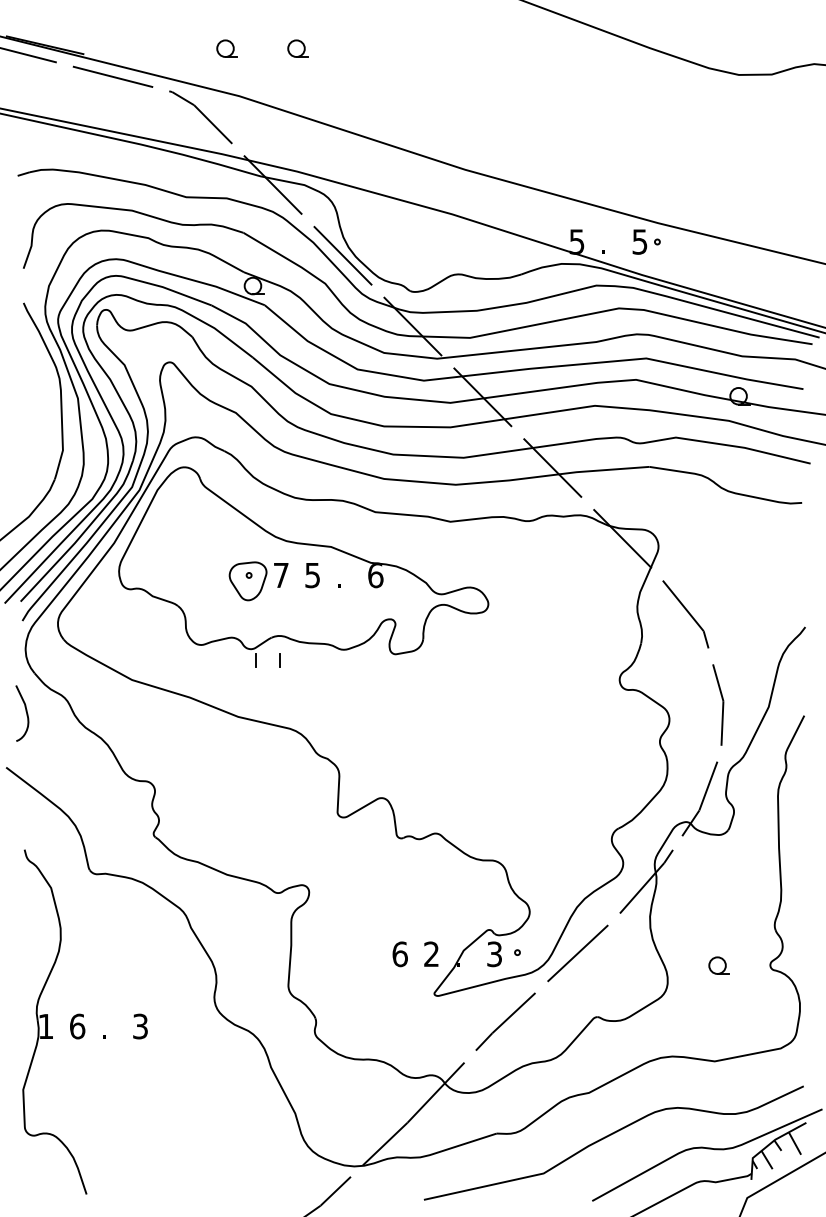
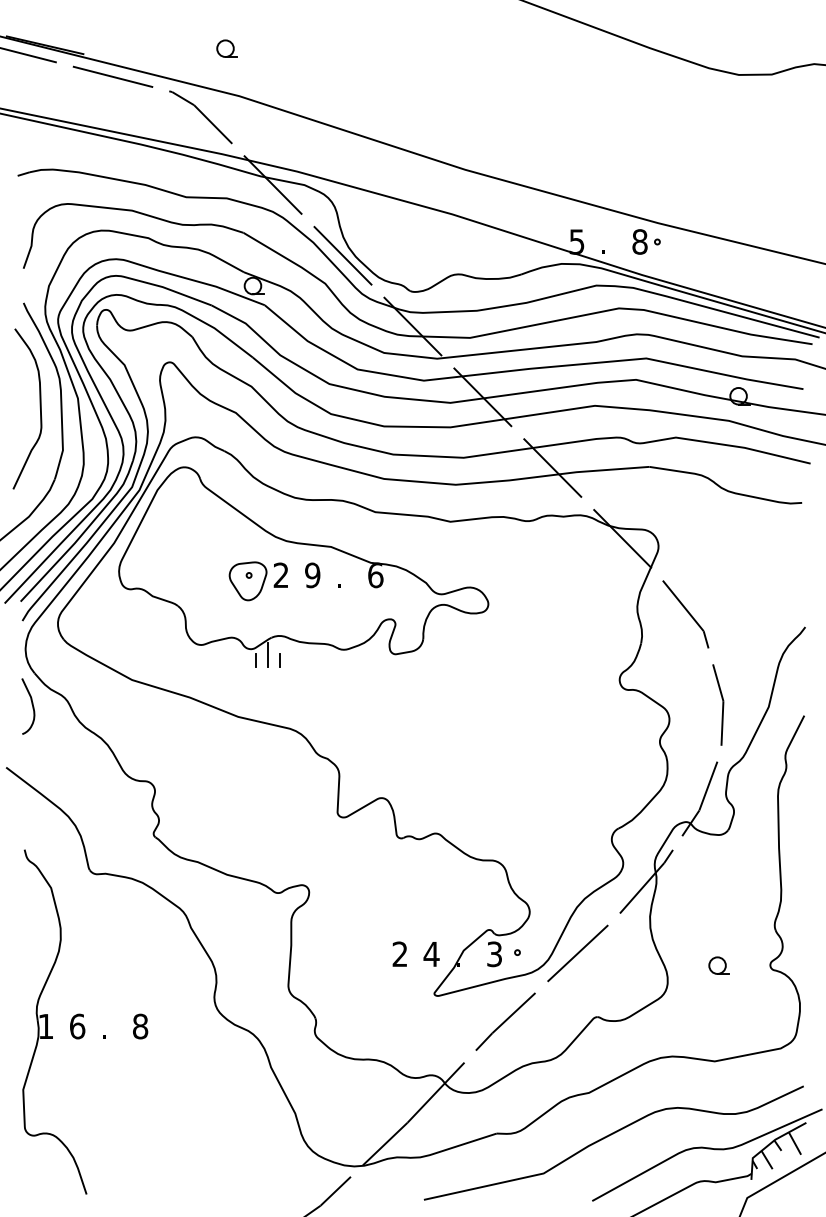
part at (297, 48): present -> none
text at (639, 241): 5 -> 8
curve at (39, 407): none -> present
text at (280, 574): 7 -> 2
text at (312, 574): 5 -> 9
line at (268, 654): none -> present
curve at (25, 711) position: (25, 711) -> (31, 704)
text at (431, 953): 2 -> 4
text at (399, 954): 6 -> 2
text at (140, 1026): 3 -> 8
